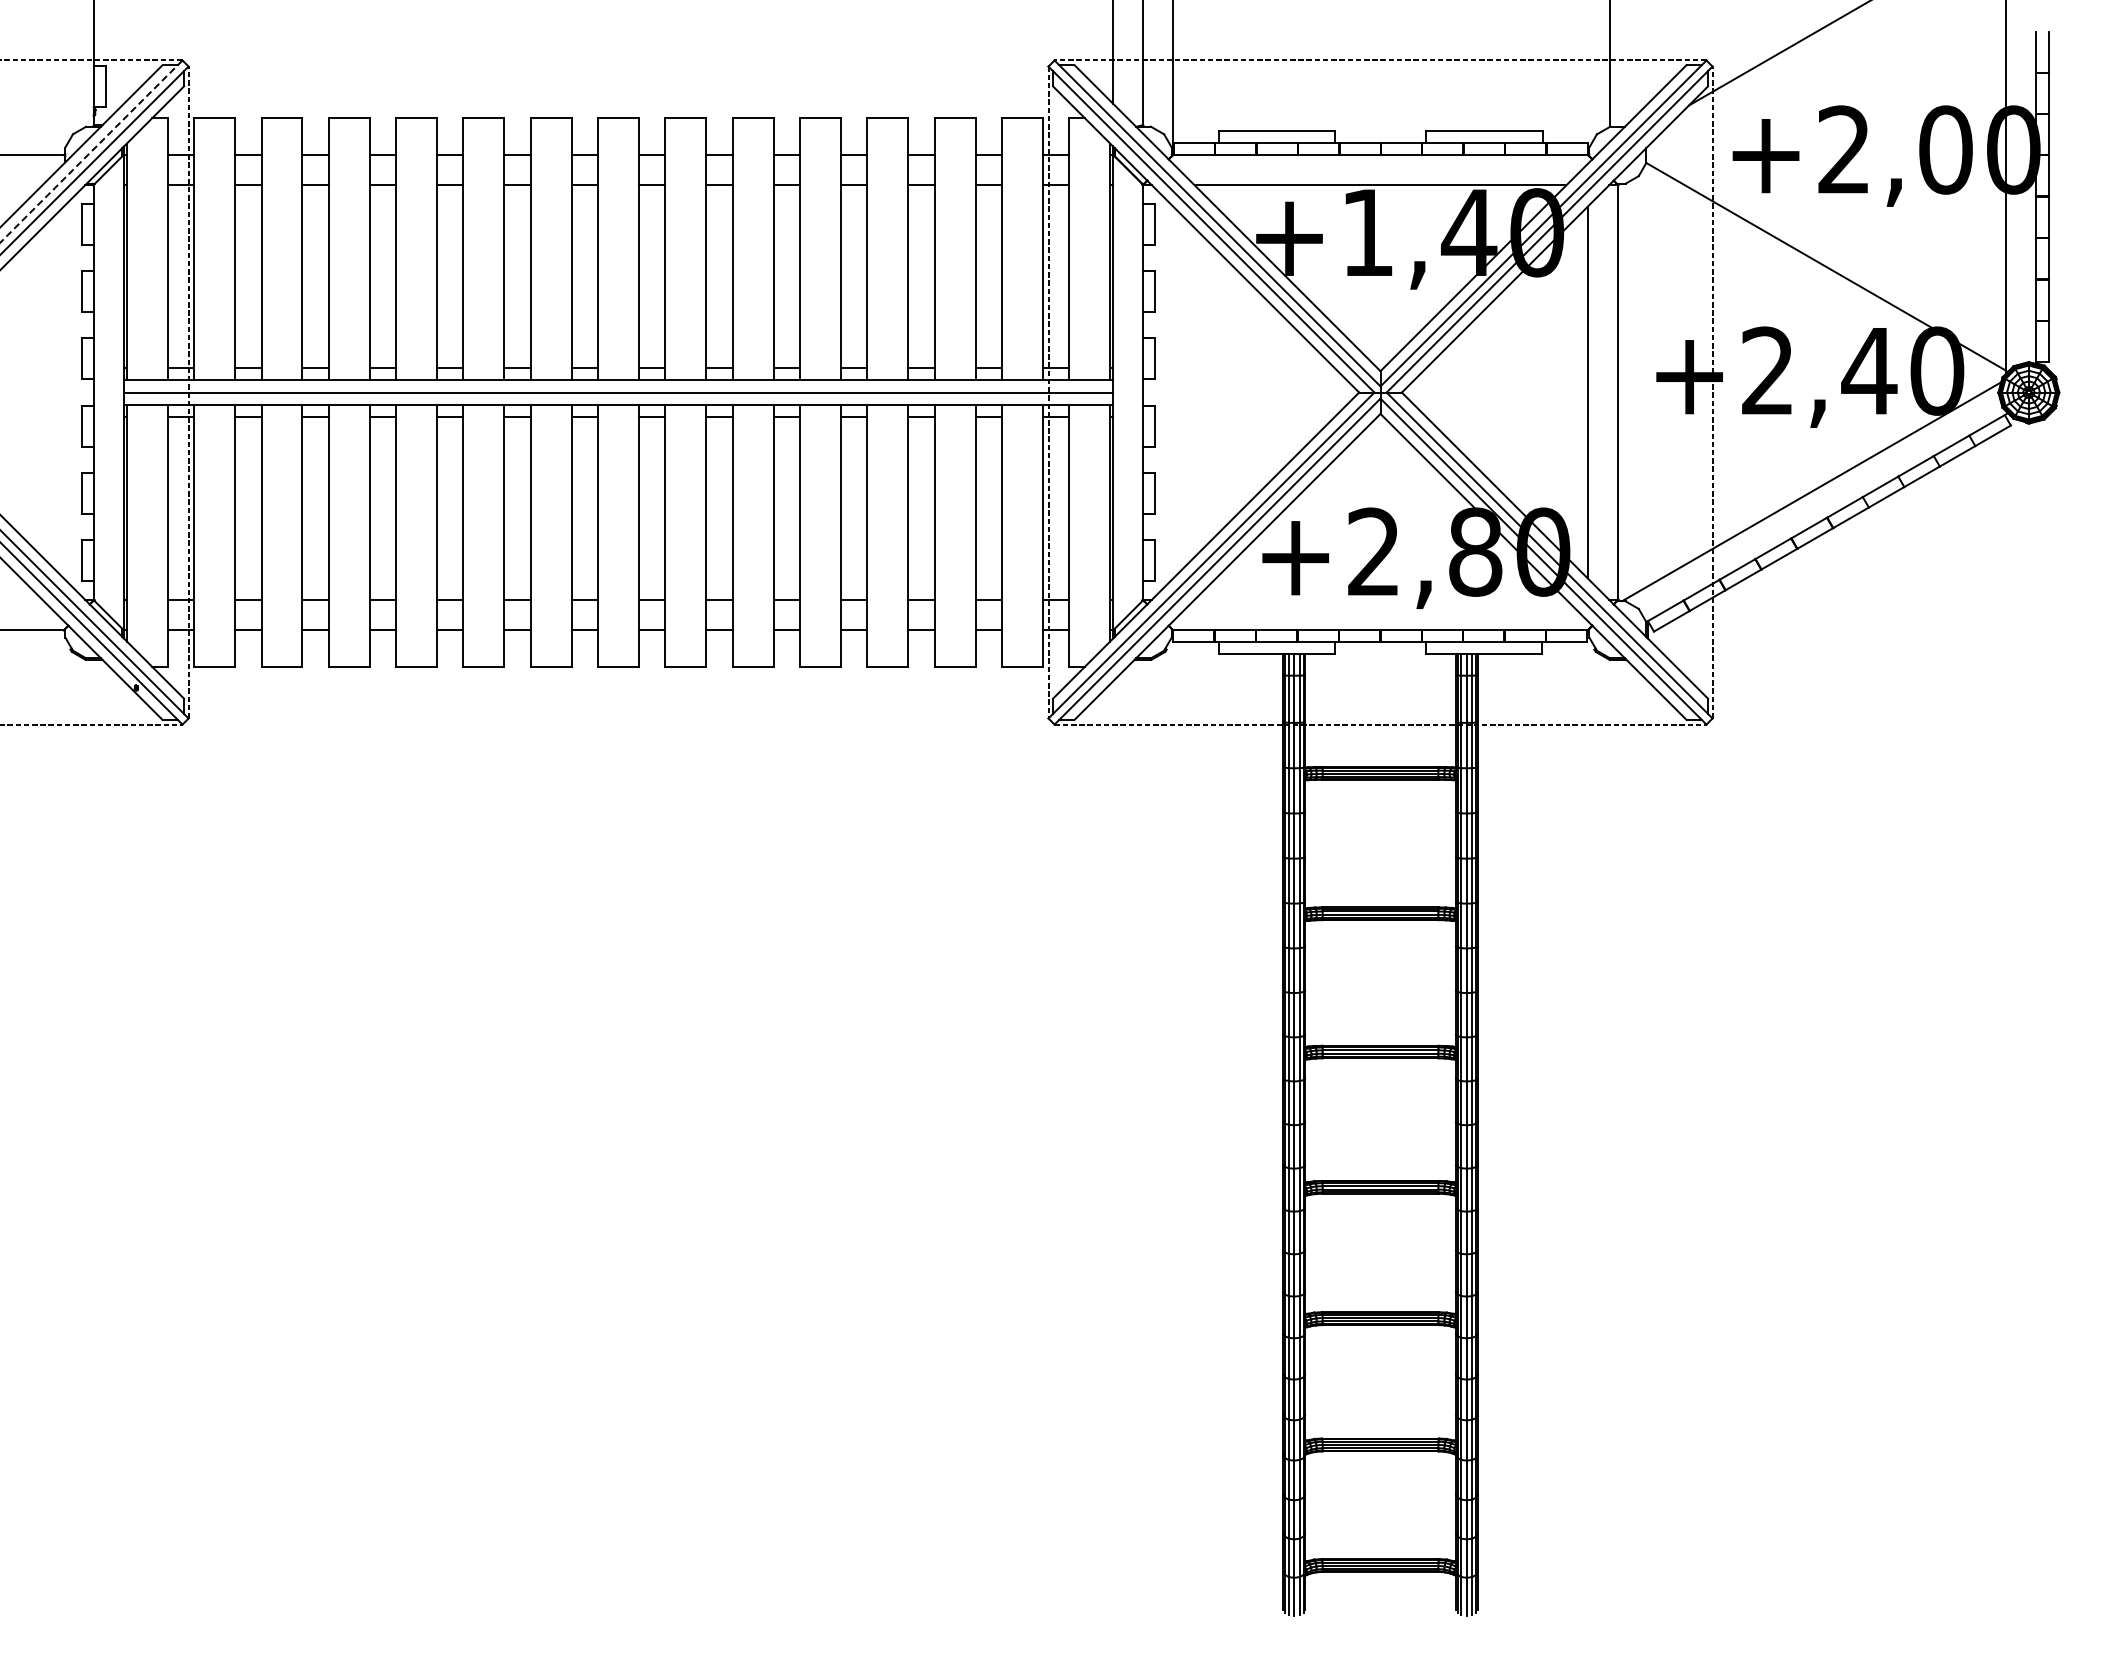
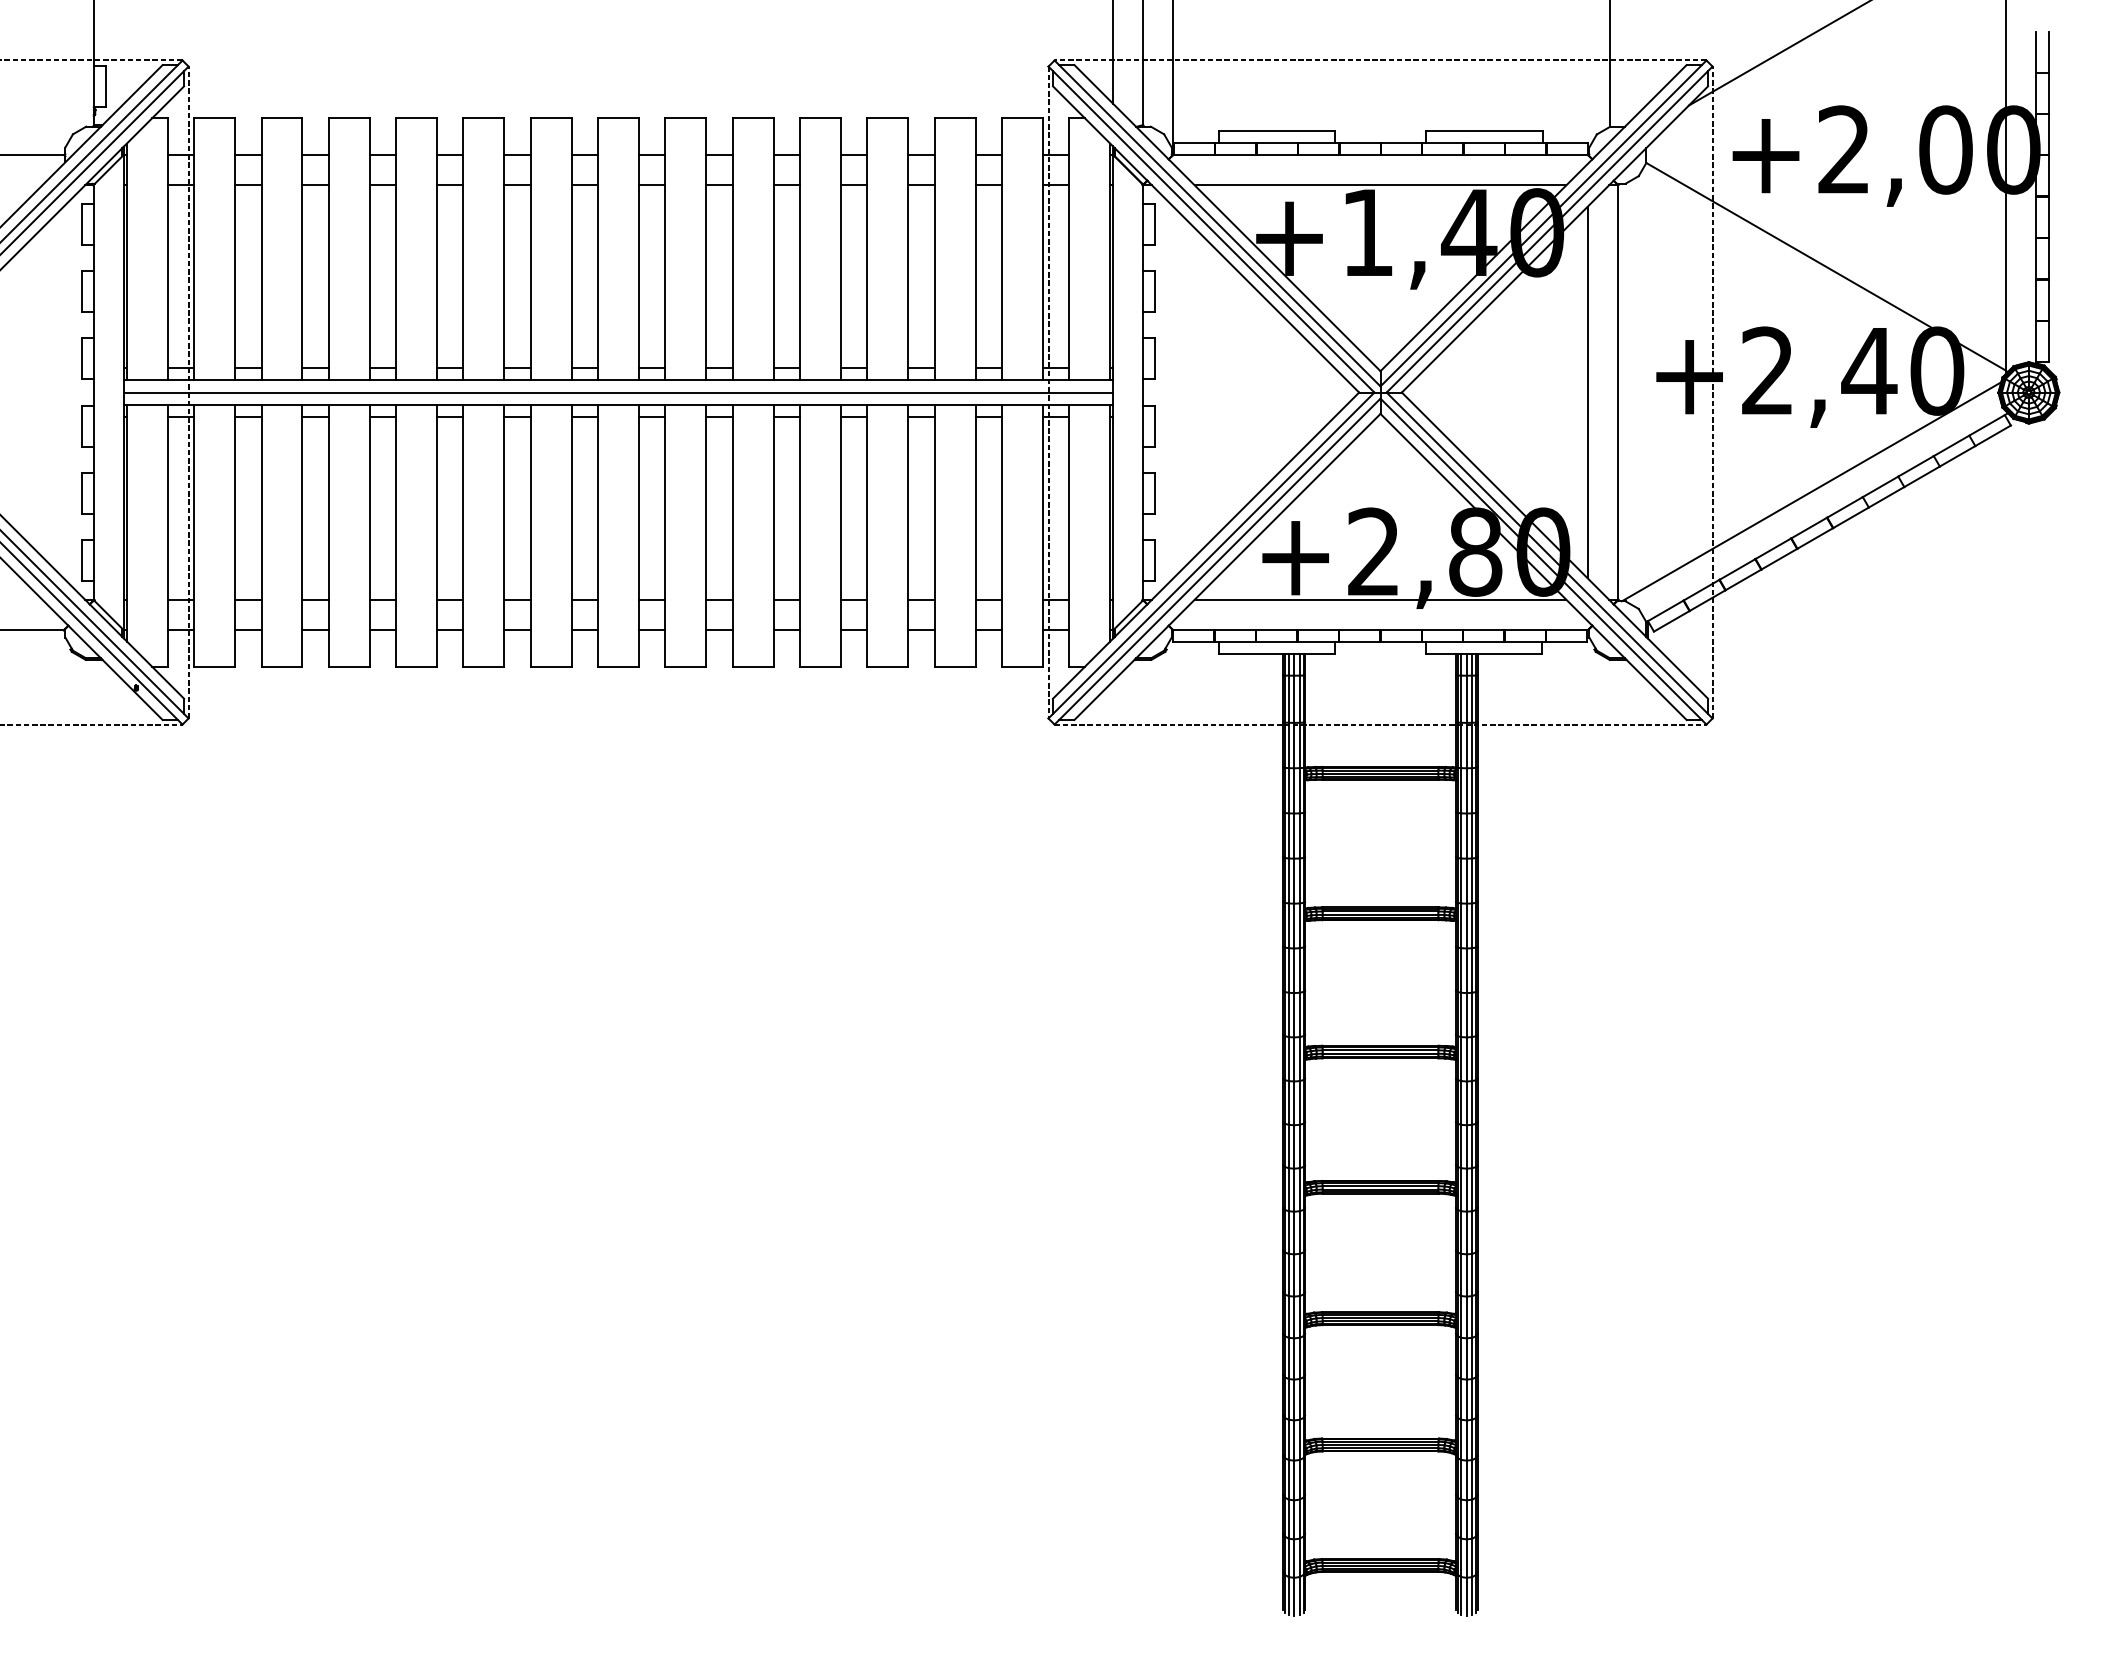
line at (91, 151): dashed -> solid
line at (1380, 599): none -> present
